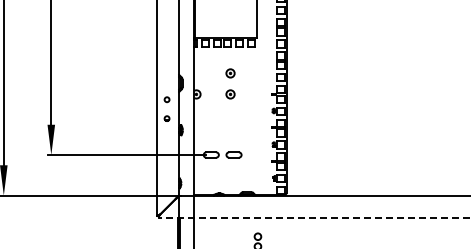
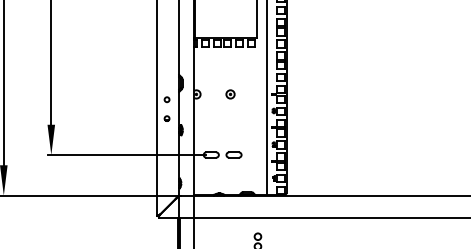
part at (230, 73): present -> none
line at (267, 98): none -> present
line at (314, 217): dashed -> solid
